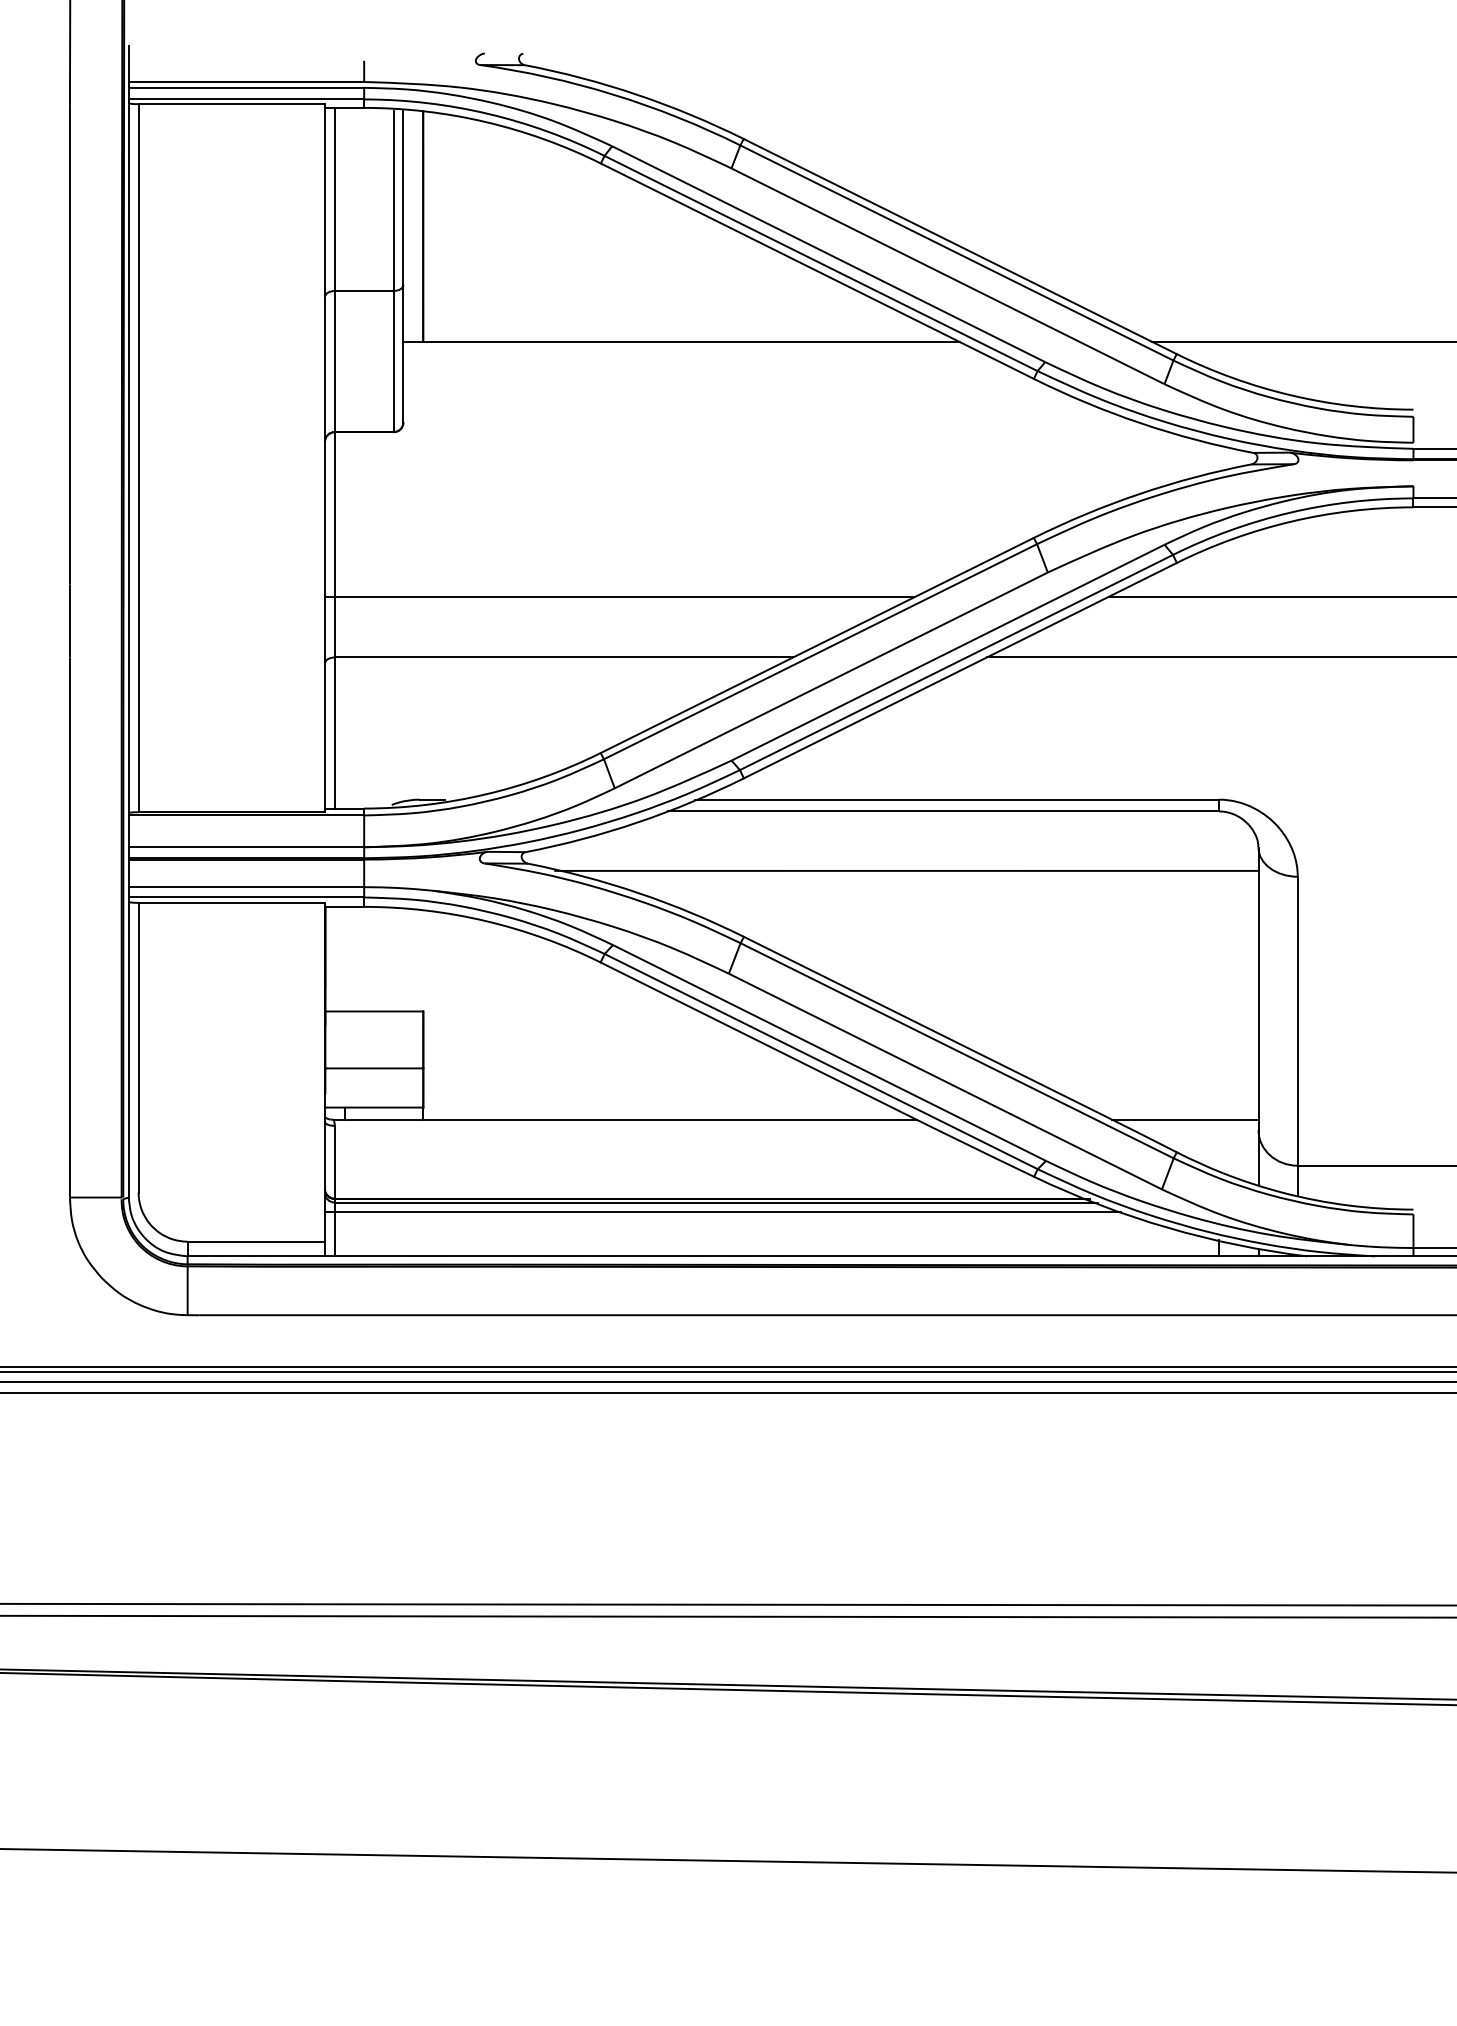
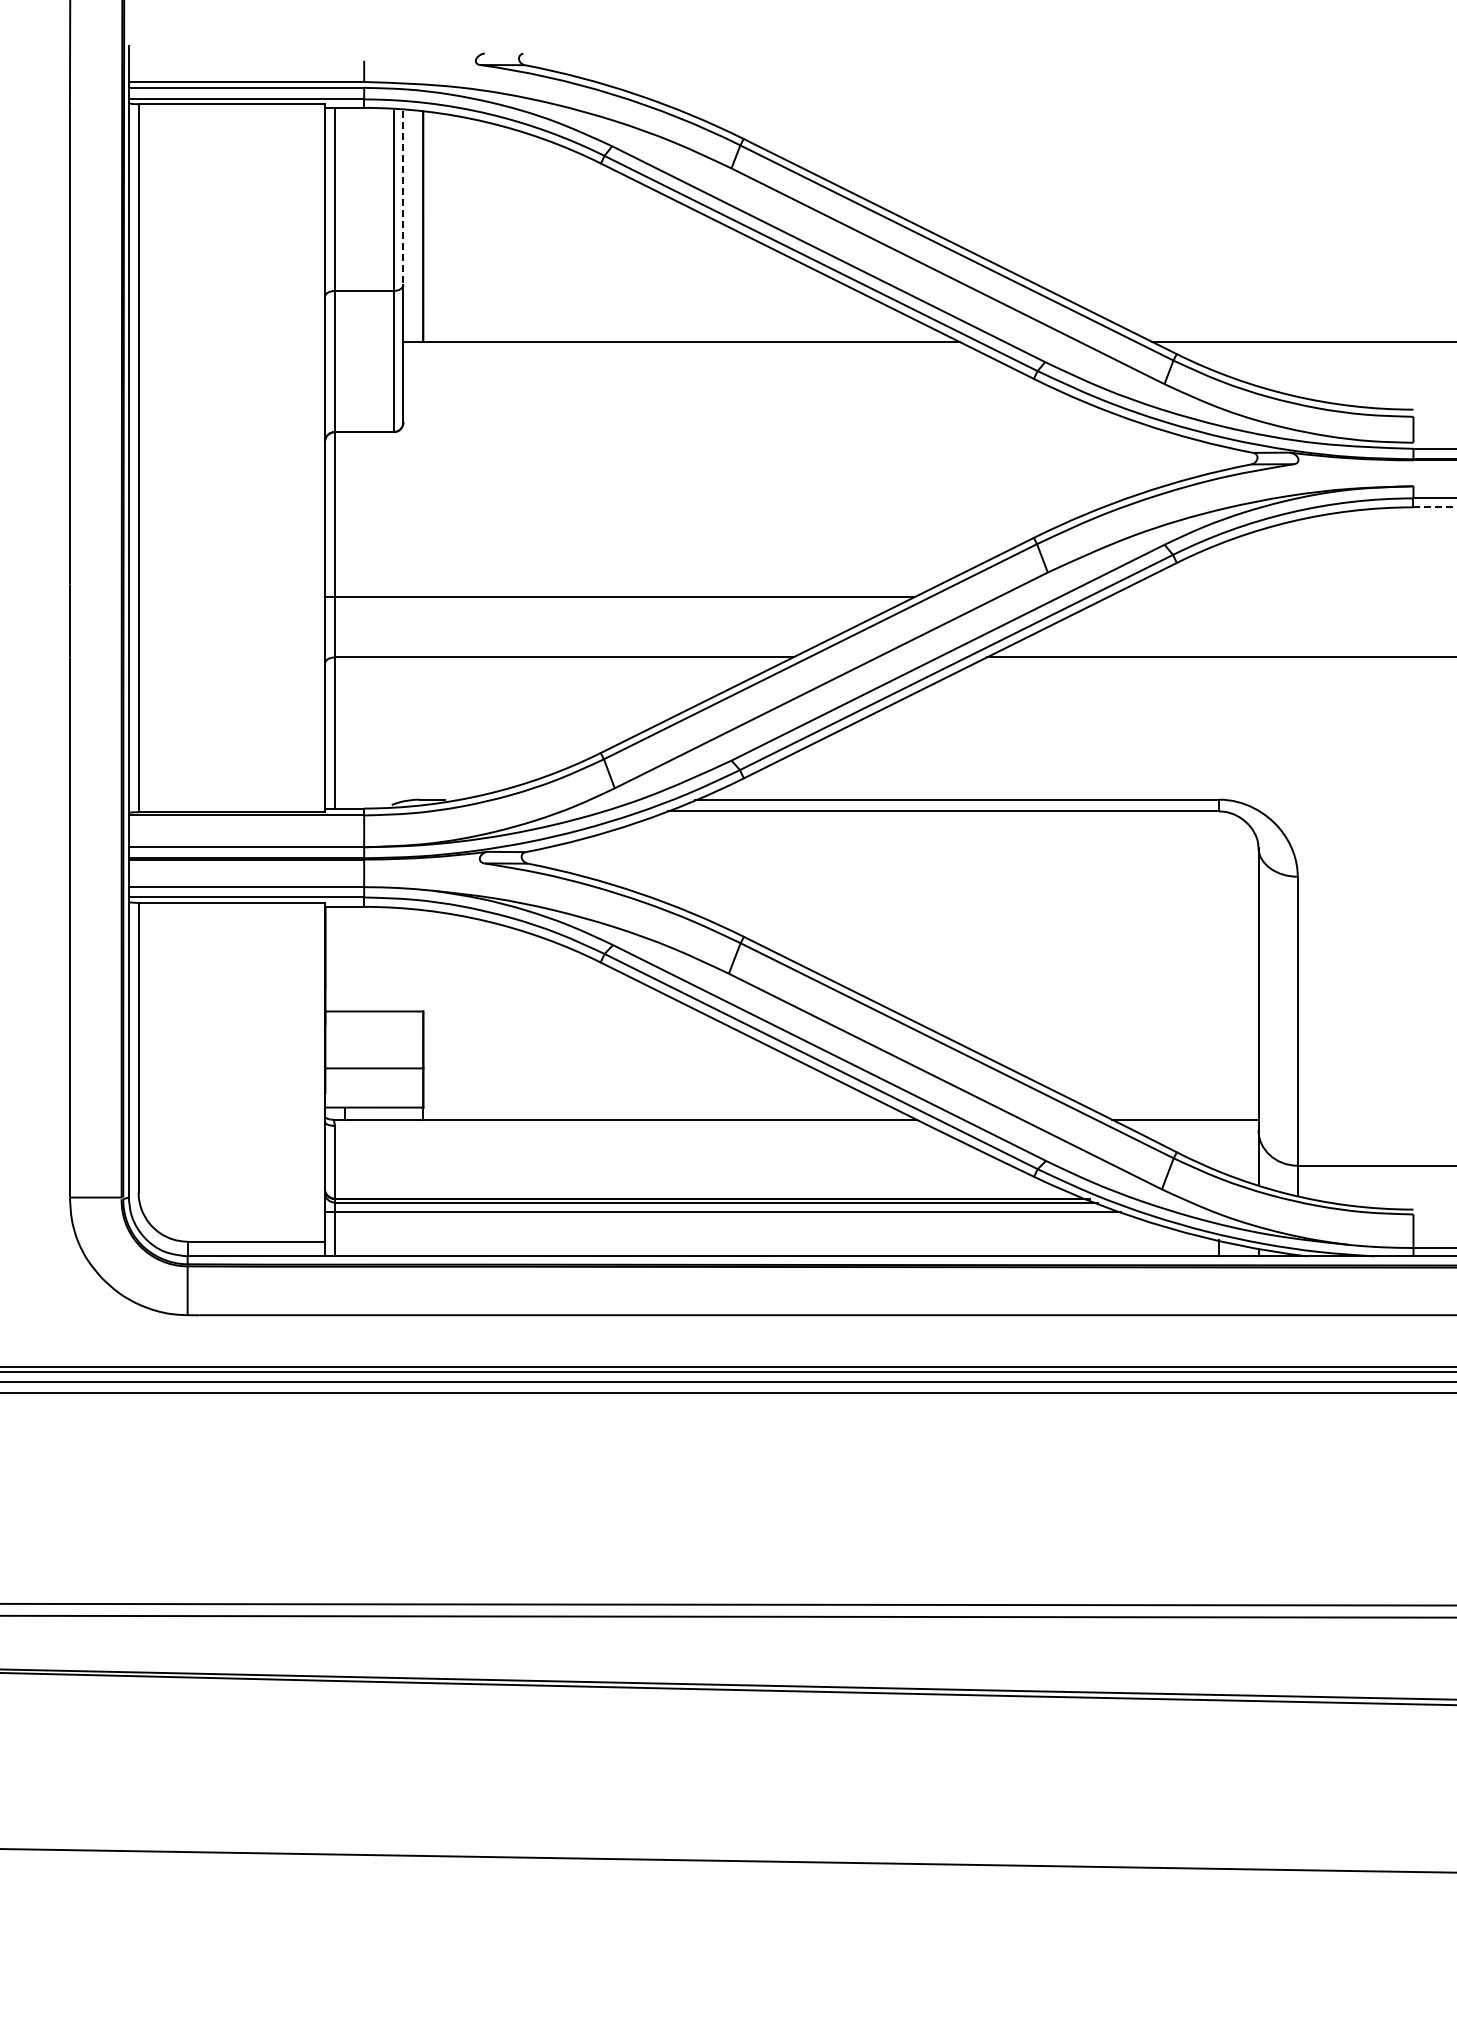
line at (403, 198): solid -> dashed
line at (1435, 507): solid -> dashed
line at (1280, 596): present -> none
line at (906, 870): present -> none
